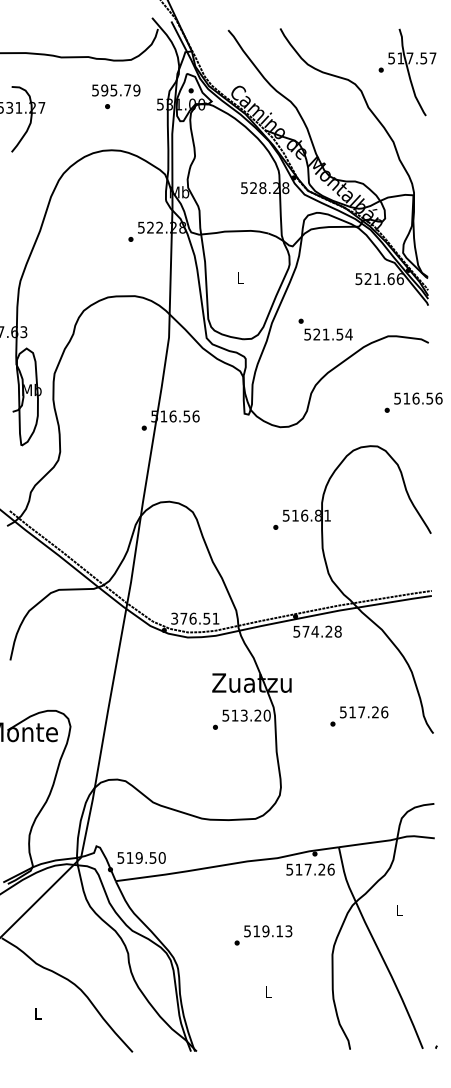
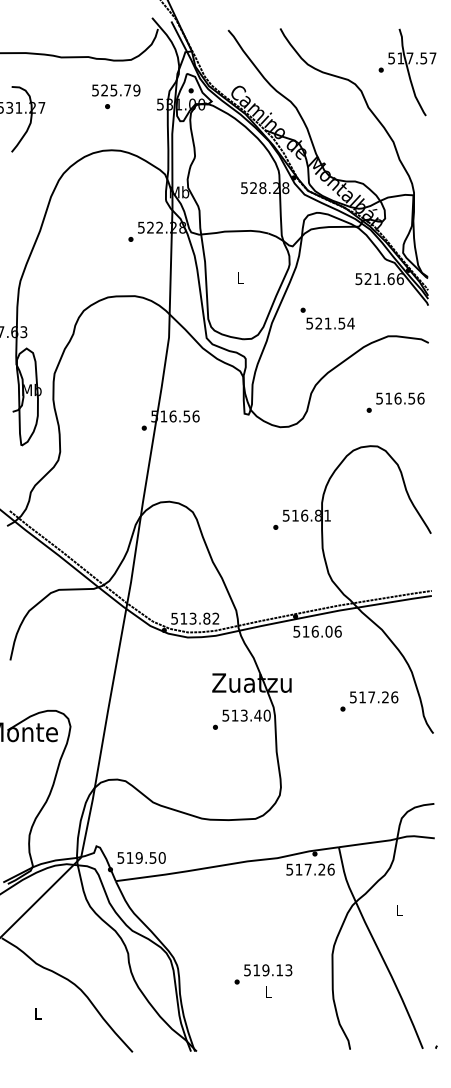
text at (104, 90): 595.79 -> 525.79
text at (325, 329) position: (325, 329) -> (327, 318)
text at (413, 402) position: (413, 402) -> (395, 402)
text at (195, 618): 376.51 -> 513.82
text at (321, 631): 574.28 -> 516.06
text at (257, 715): 513.20 -> 513.40
text at (359, 716) position: (359, 716) -> (369, 701)
text at (263, 935) position: (263, 935) -> (263, 974)
